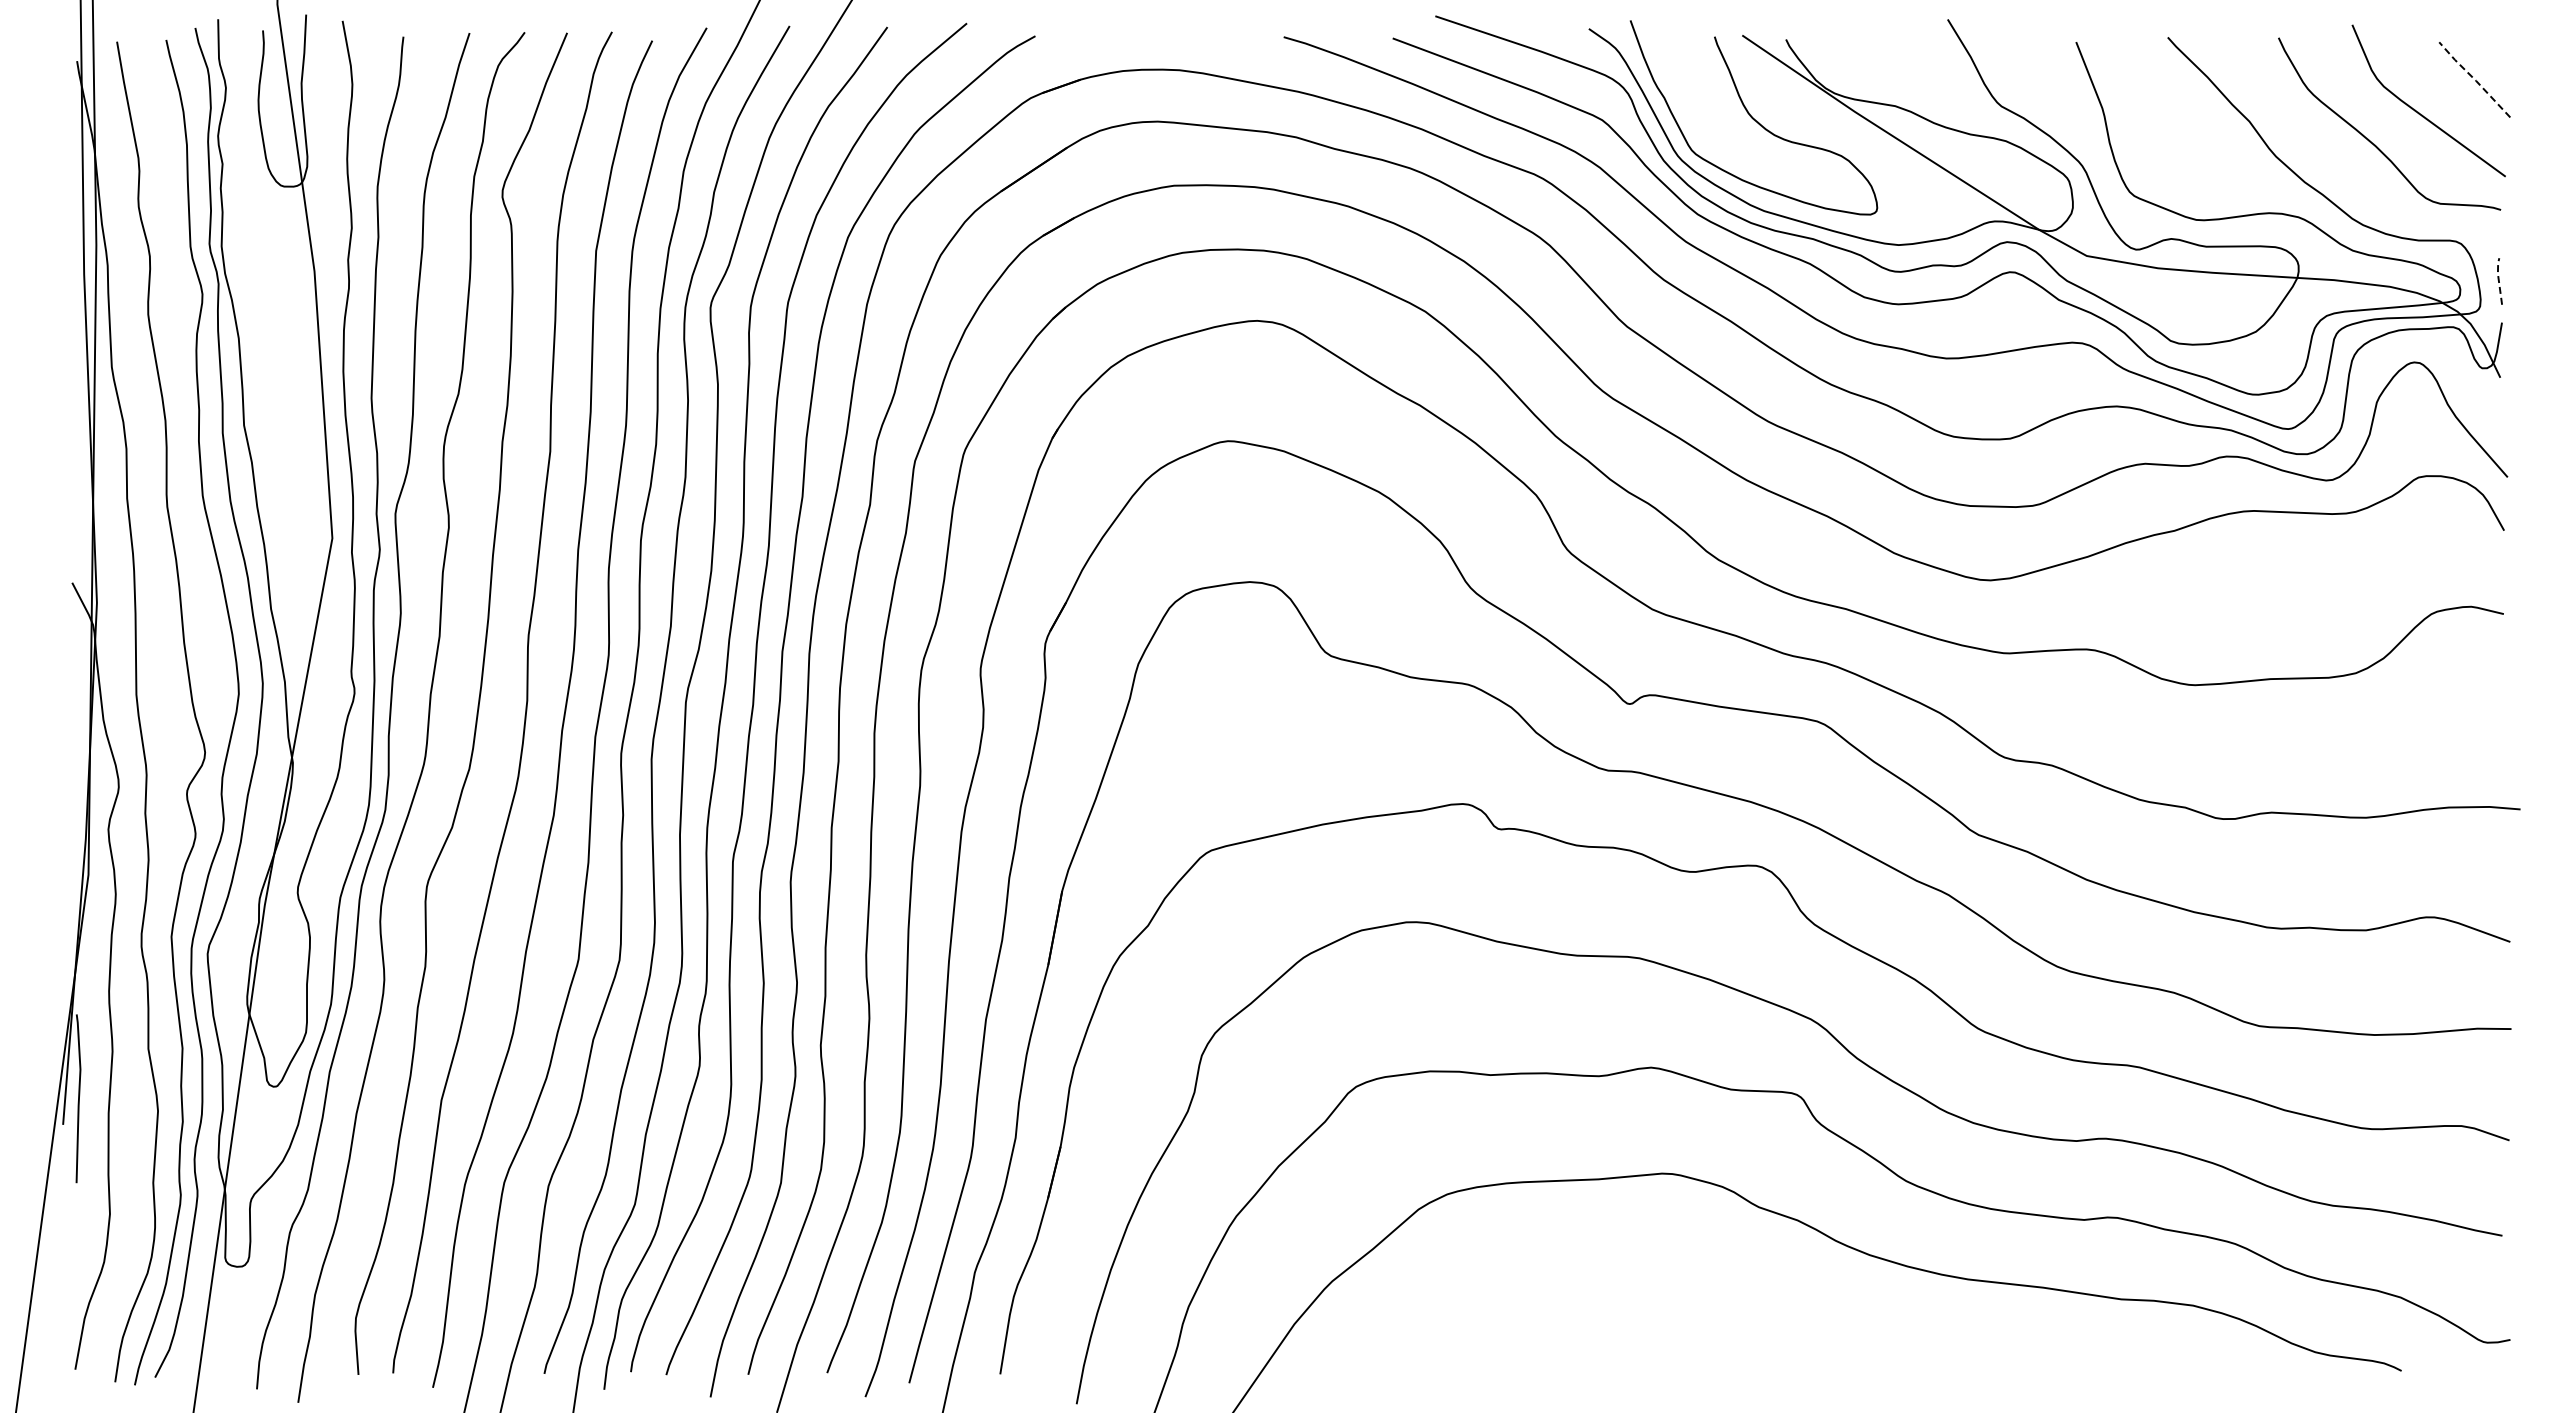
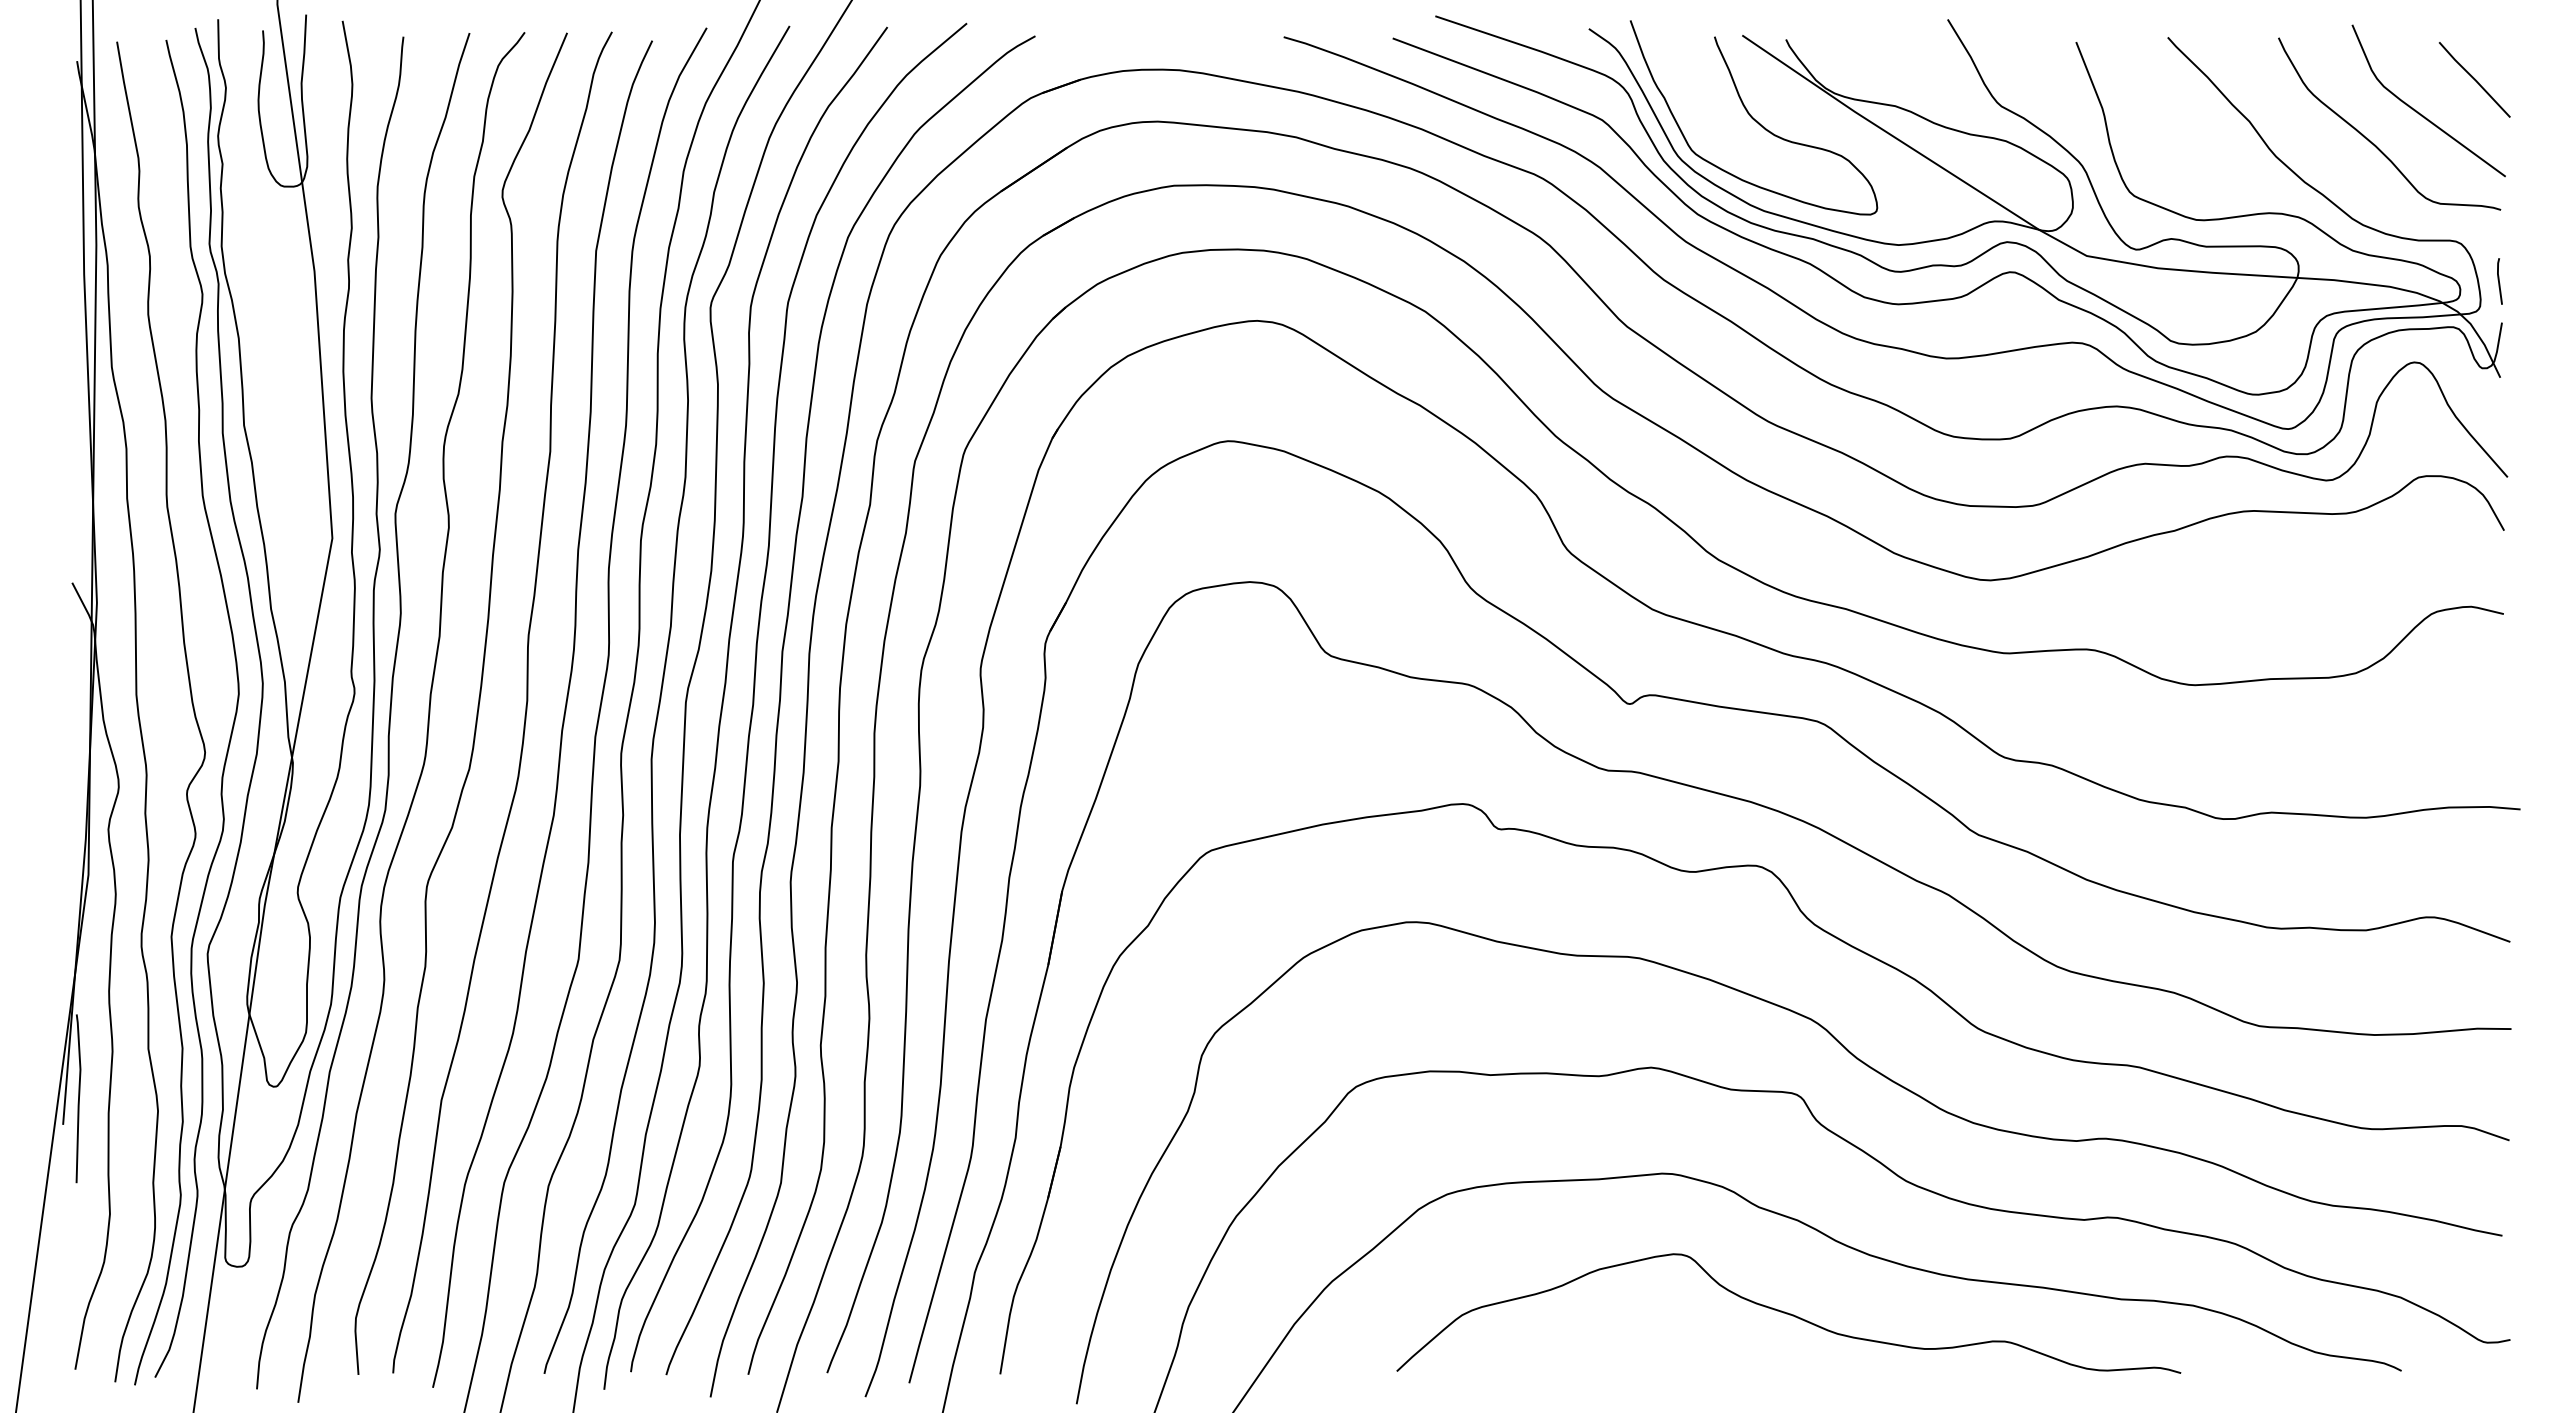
line at (2474, 79): dashed -> solid
line at (2498, 279): dashed -> solid
curve at (1788, 1313): none -> present
